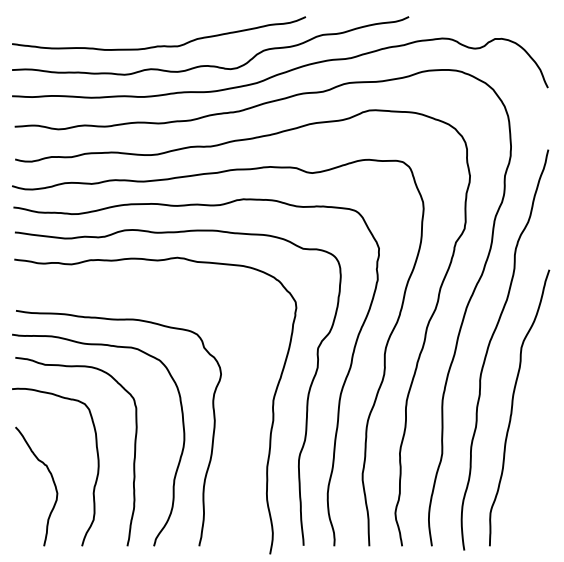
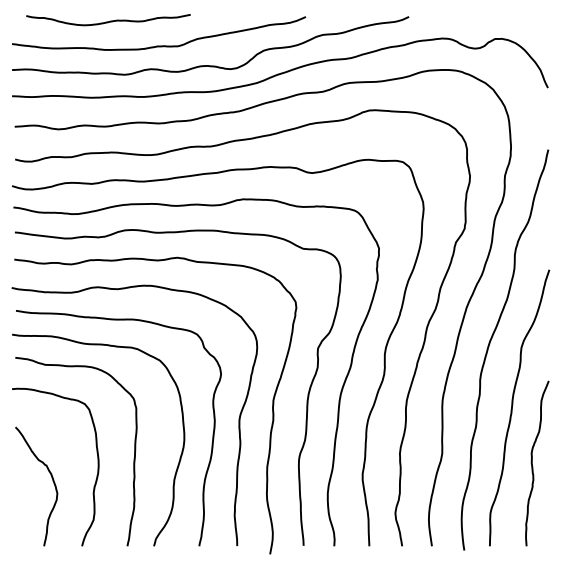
curve at (108, 21): none -> present
curve at (238, 418): none -> present
curve at (532, 463): none -> present
